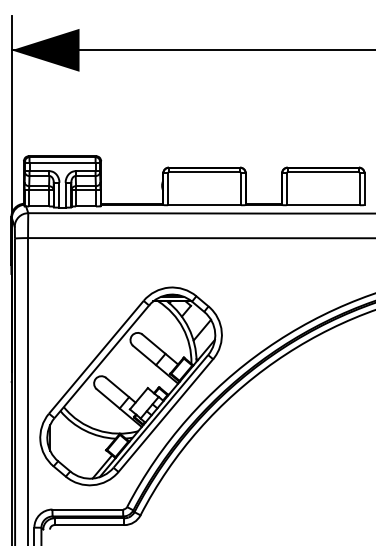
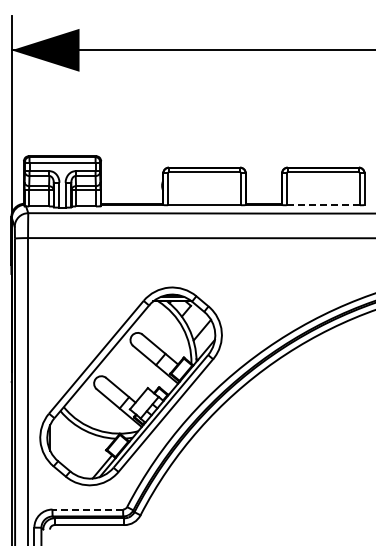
line at (323, 205): solid -> dashed
line at (87, 509): solid -> dashed
